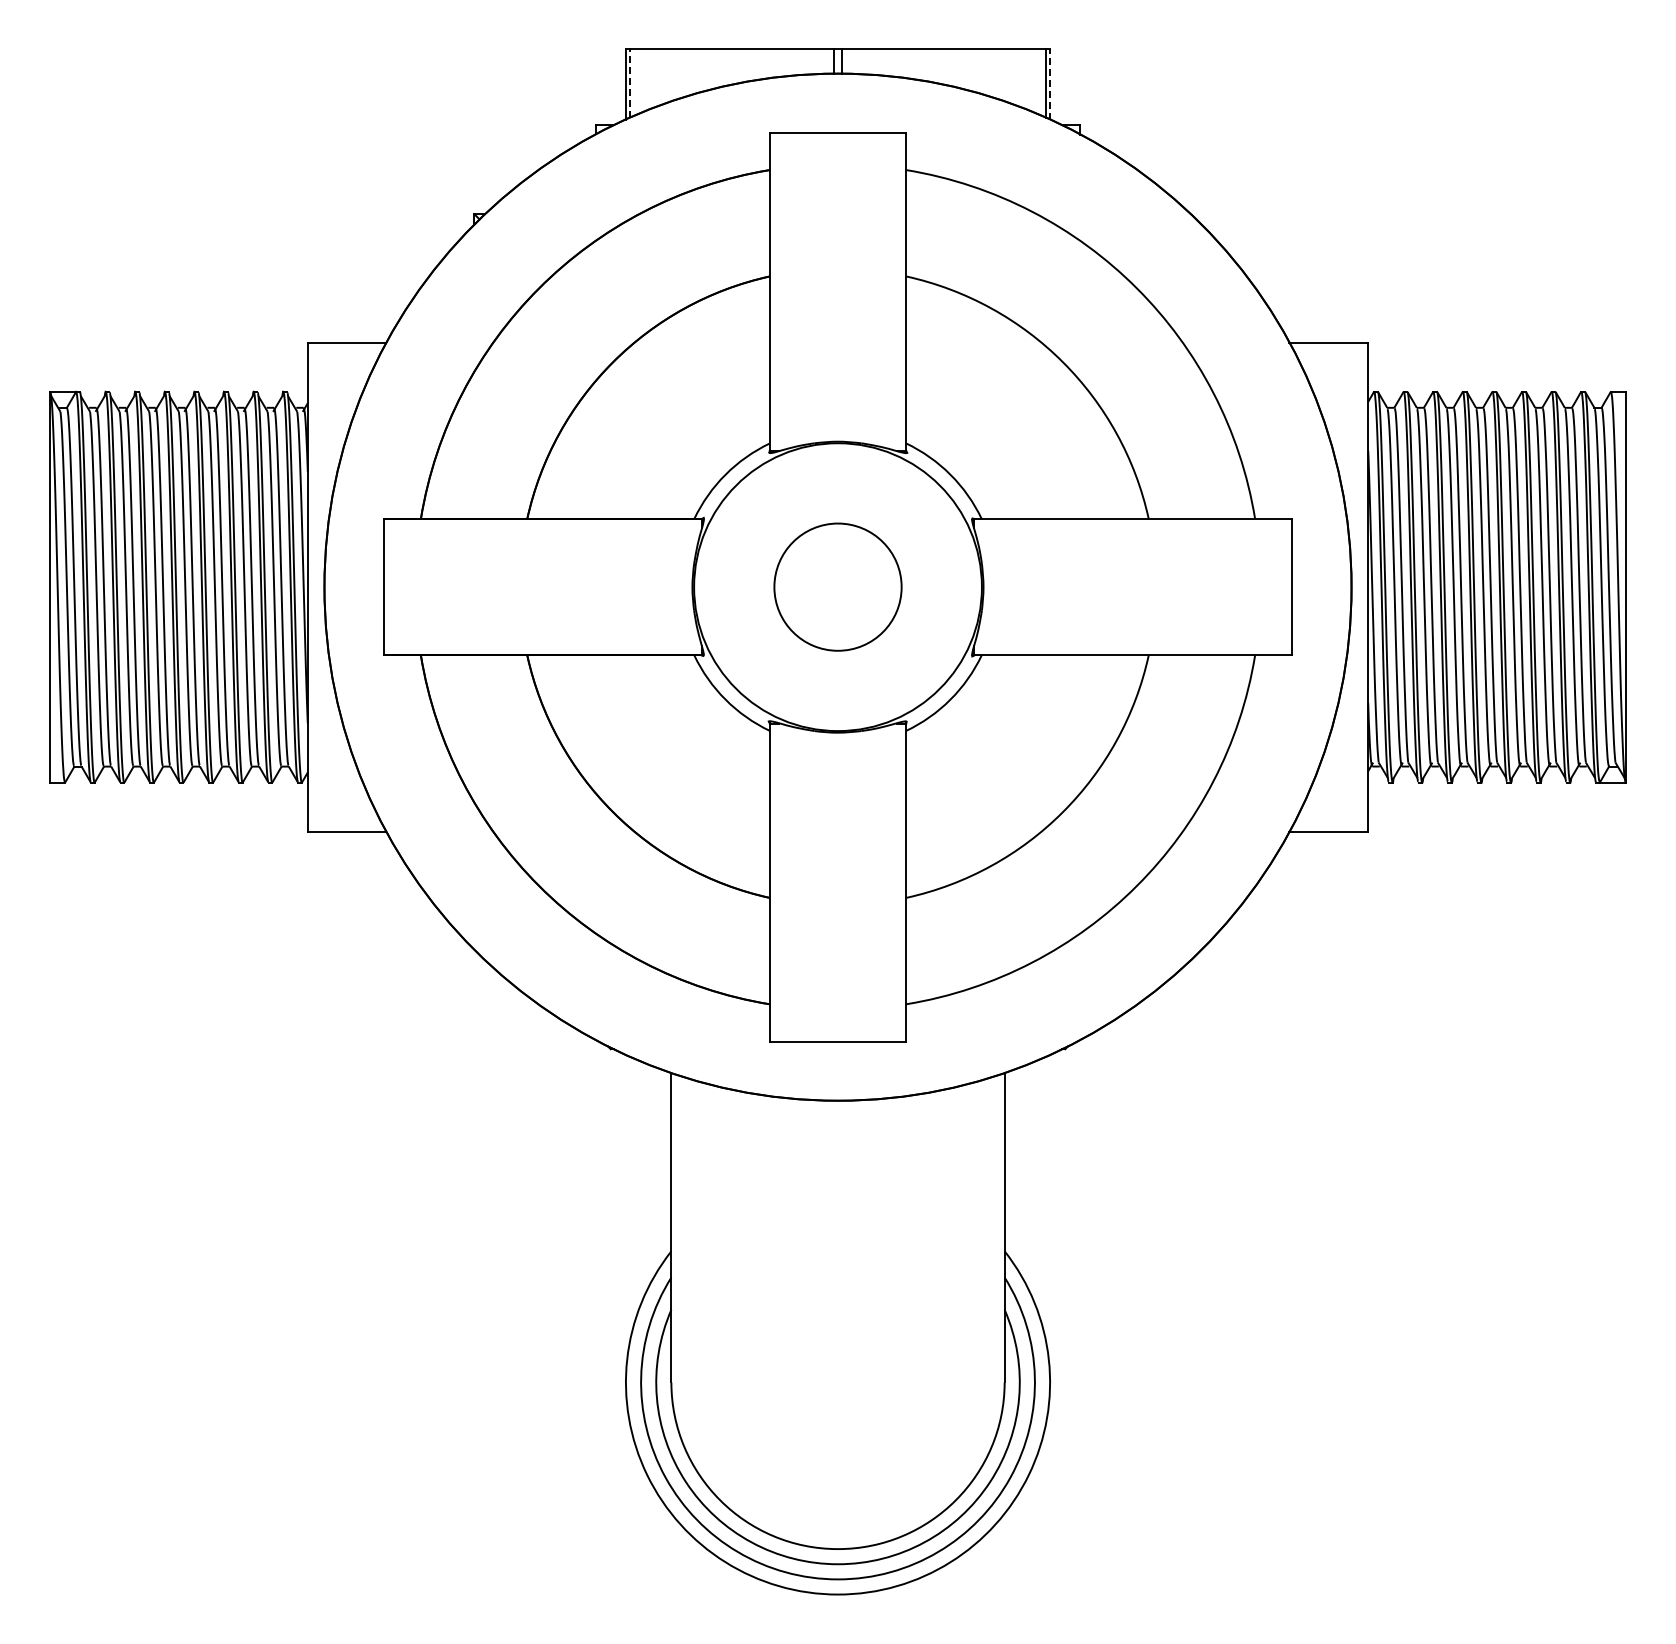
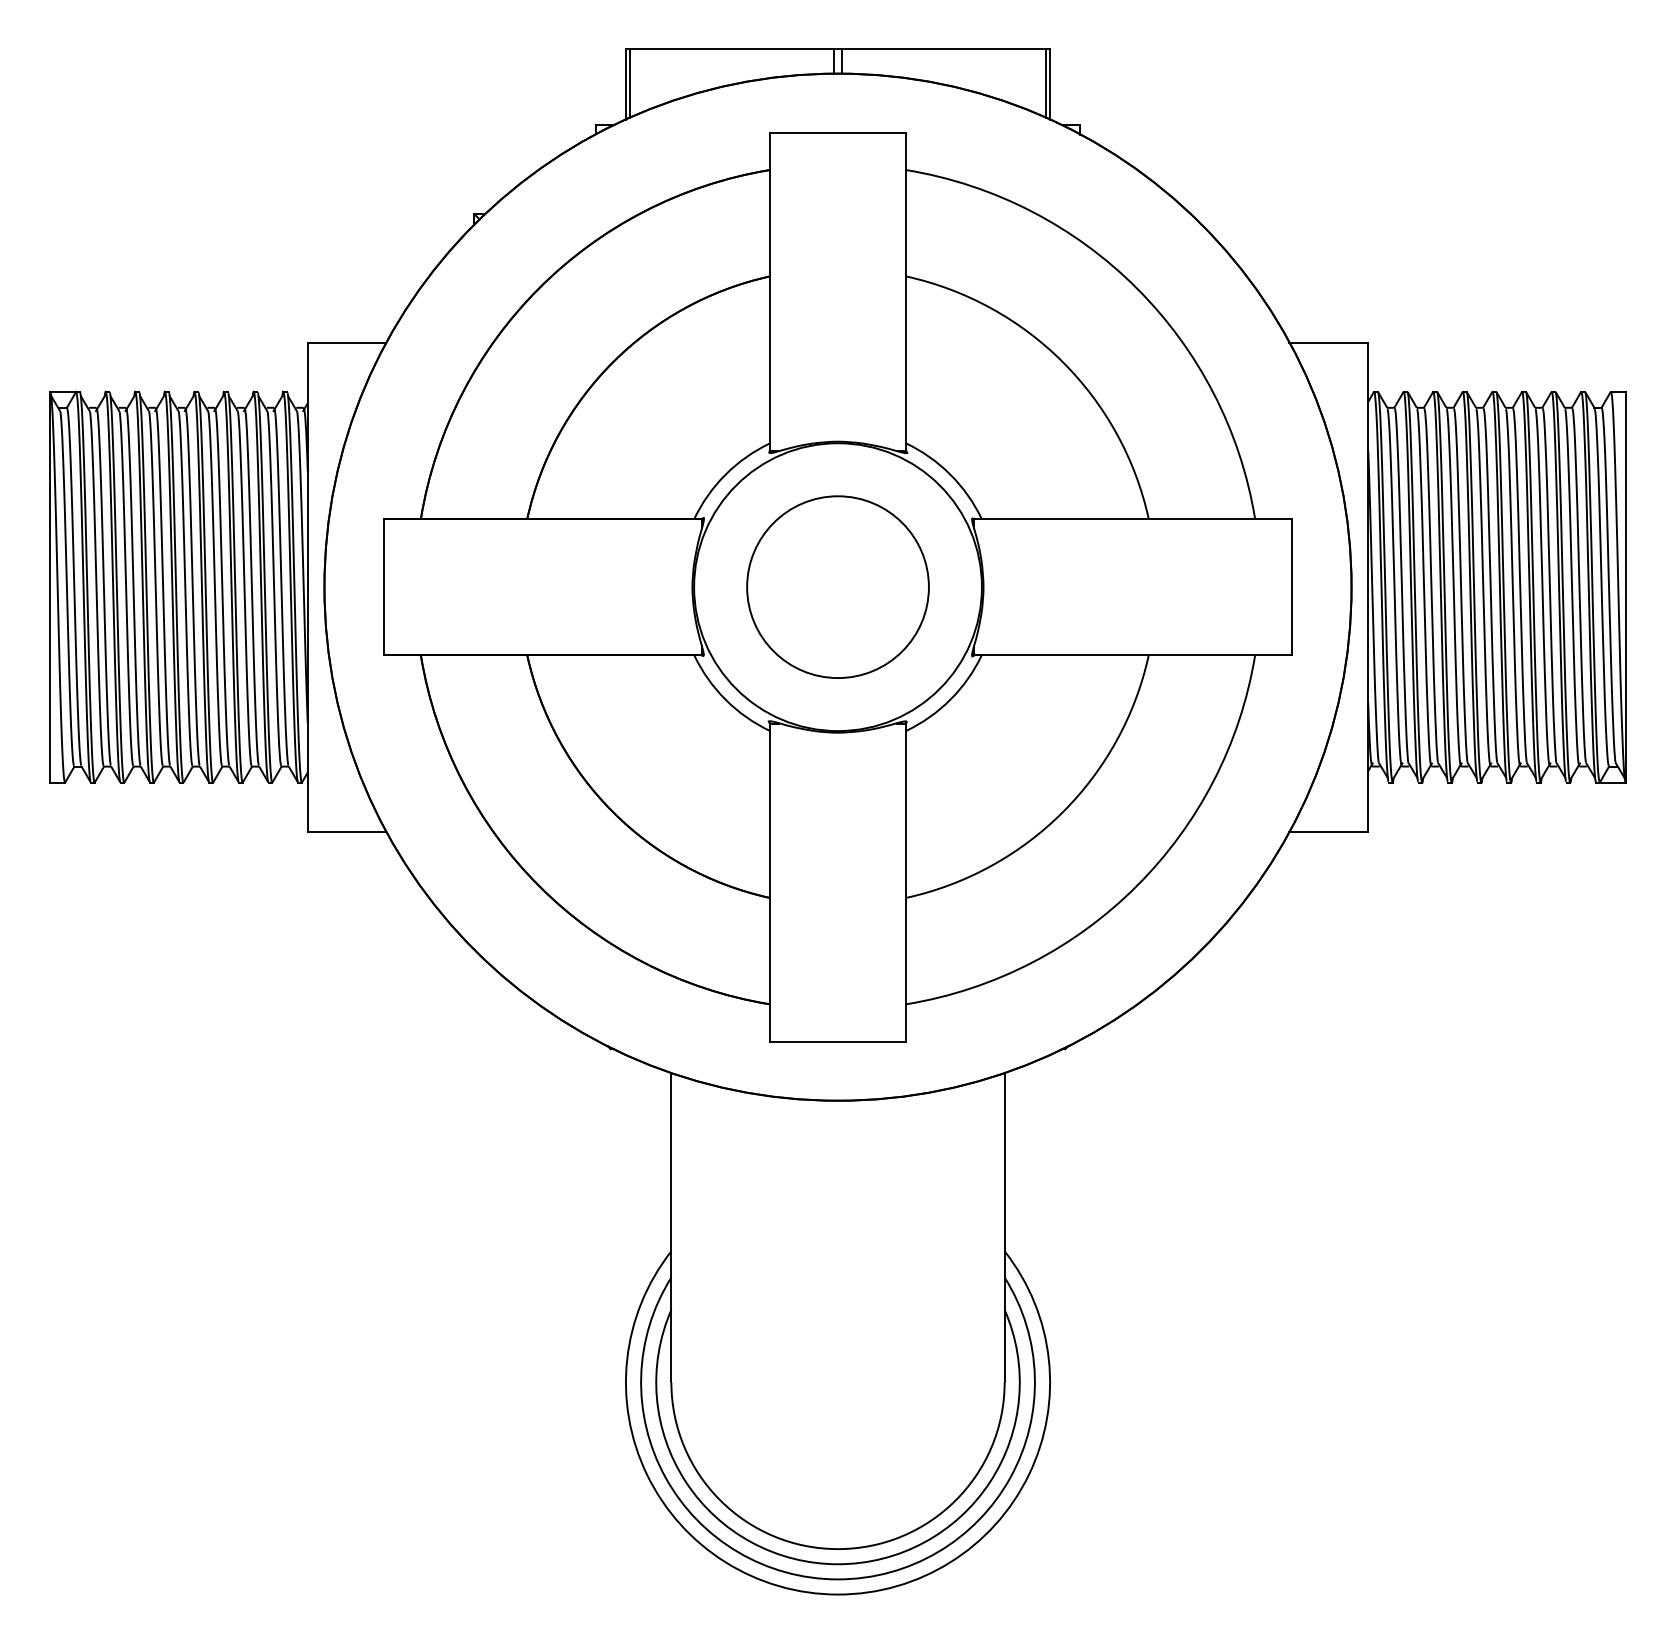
line at (630, 83): dashed -> solid
line at (1050, 83): dashed -> solid
circle at (837, 586) diameter: 127 px -> 182 px
